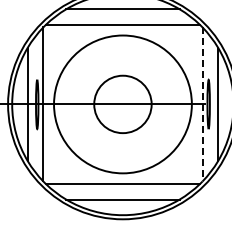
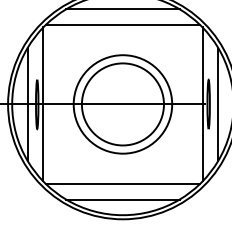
circle at (122, 104) diameter: 138 px -> 98 px
circle at (122, 104) diameter: 57 px -> 82 px
line at (202, 104): dashed -> solid
